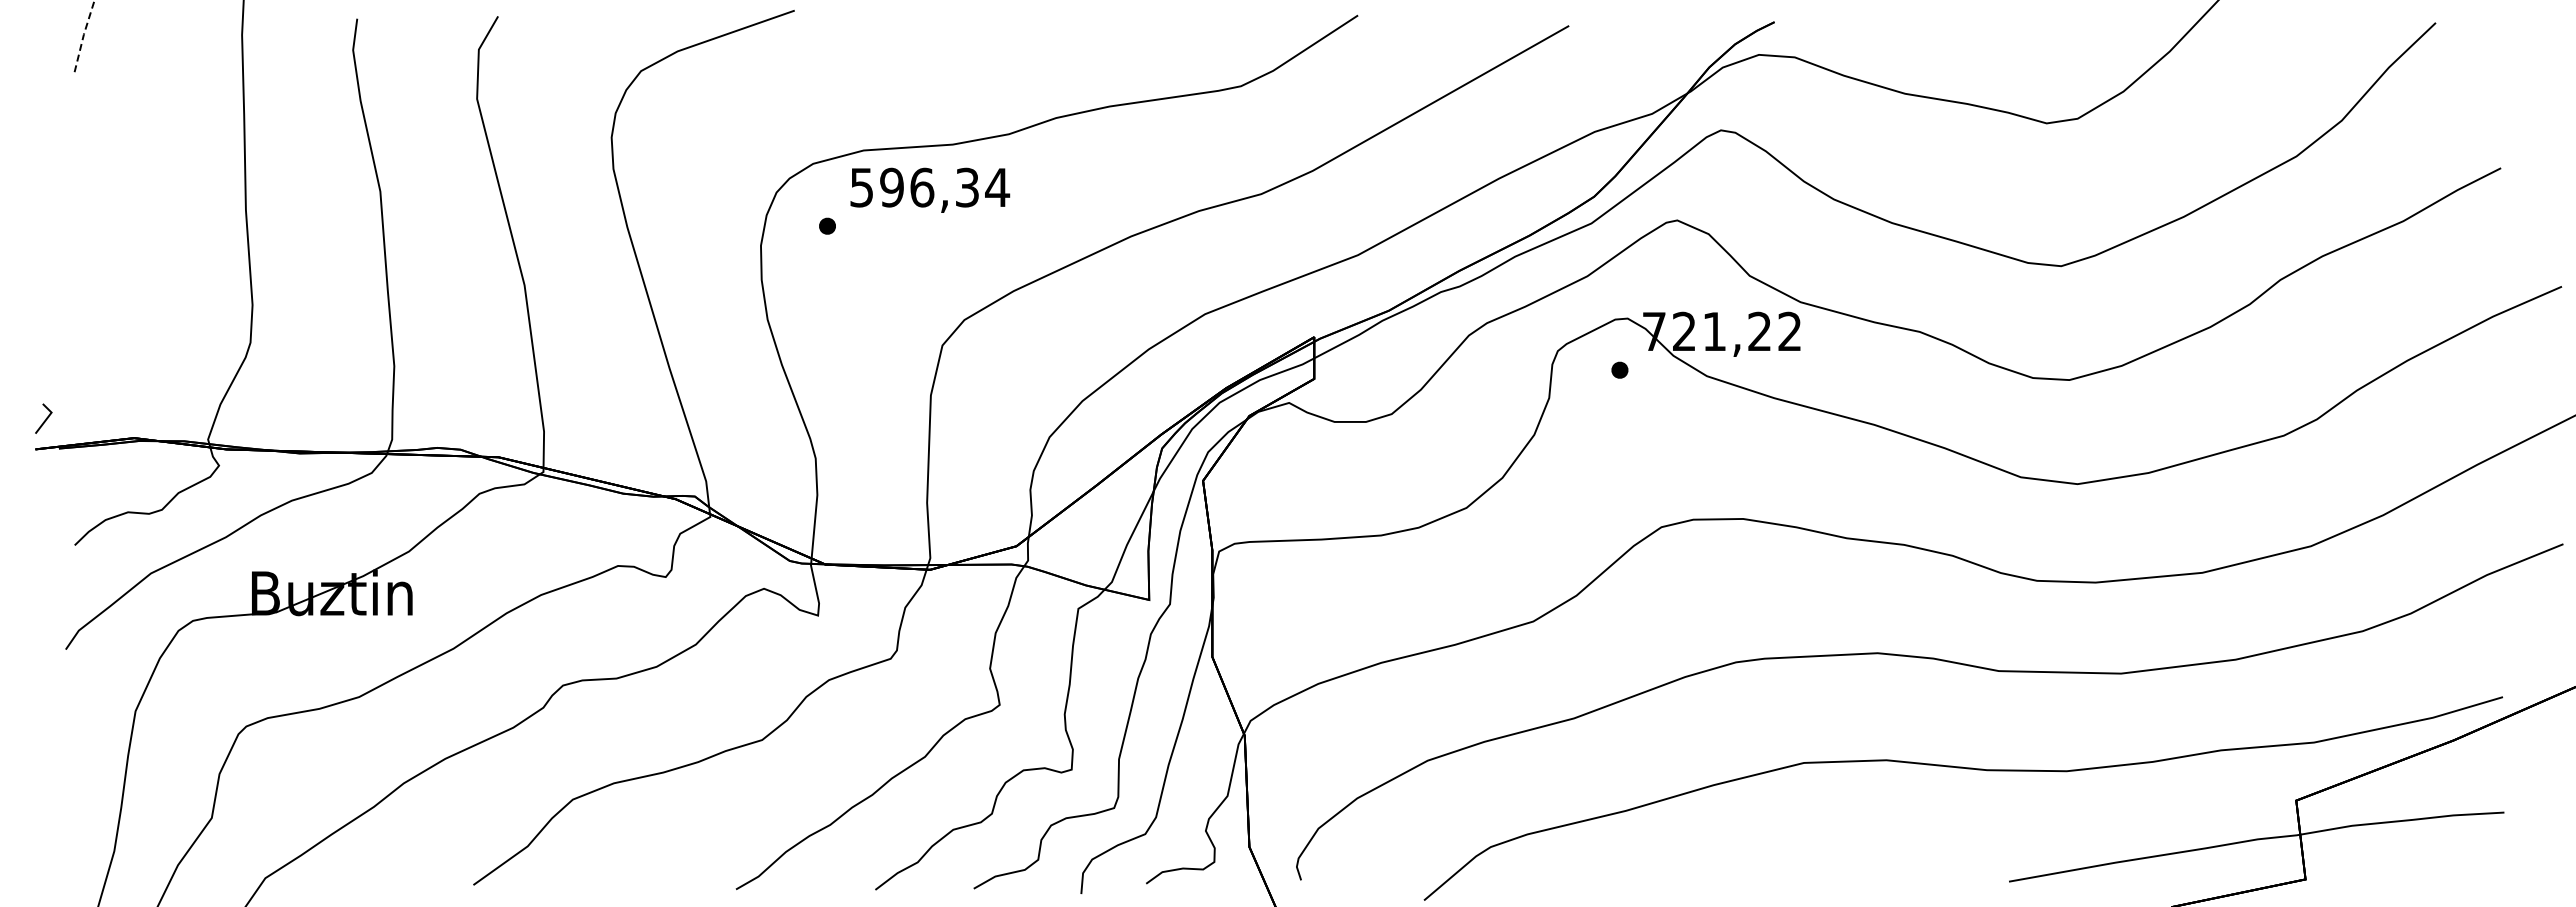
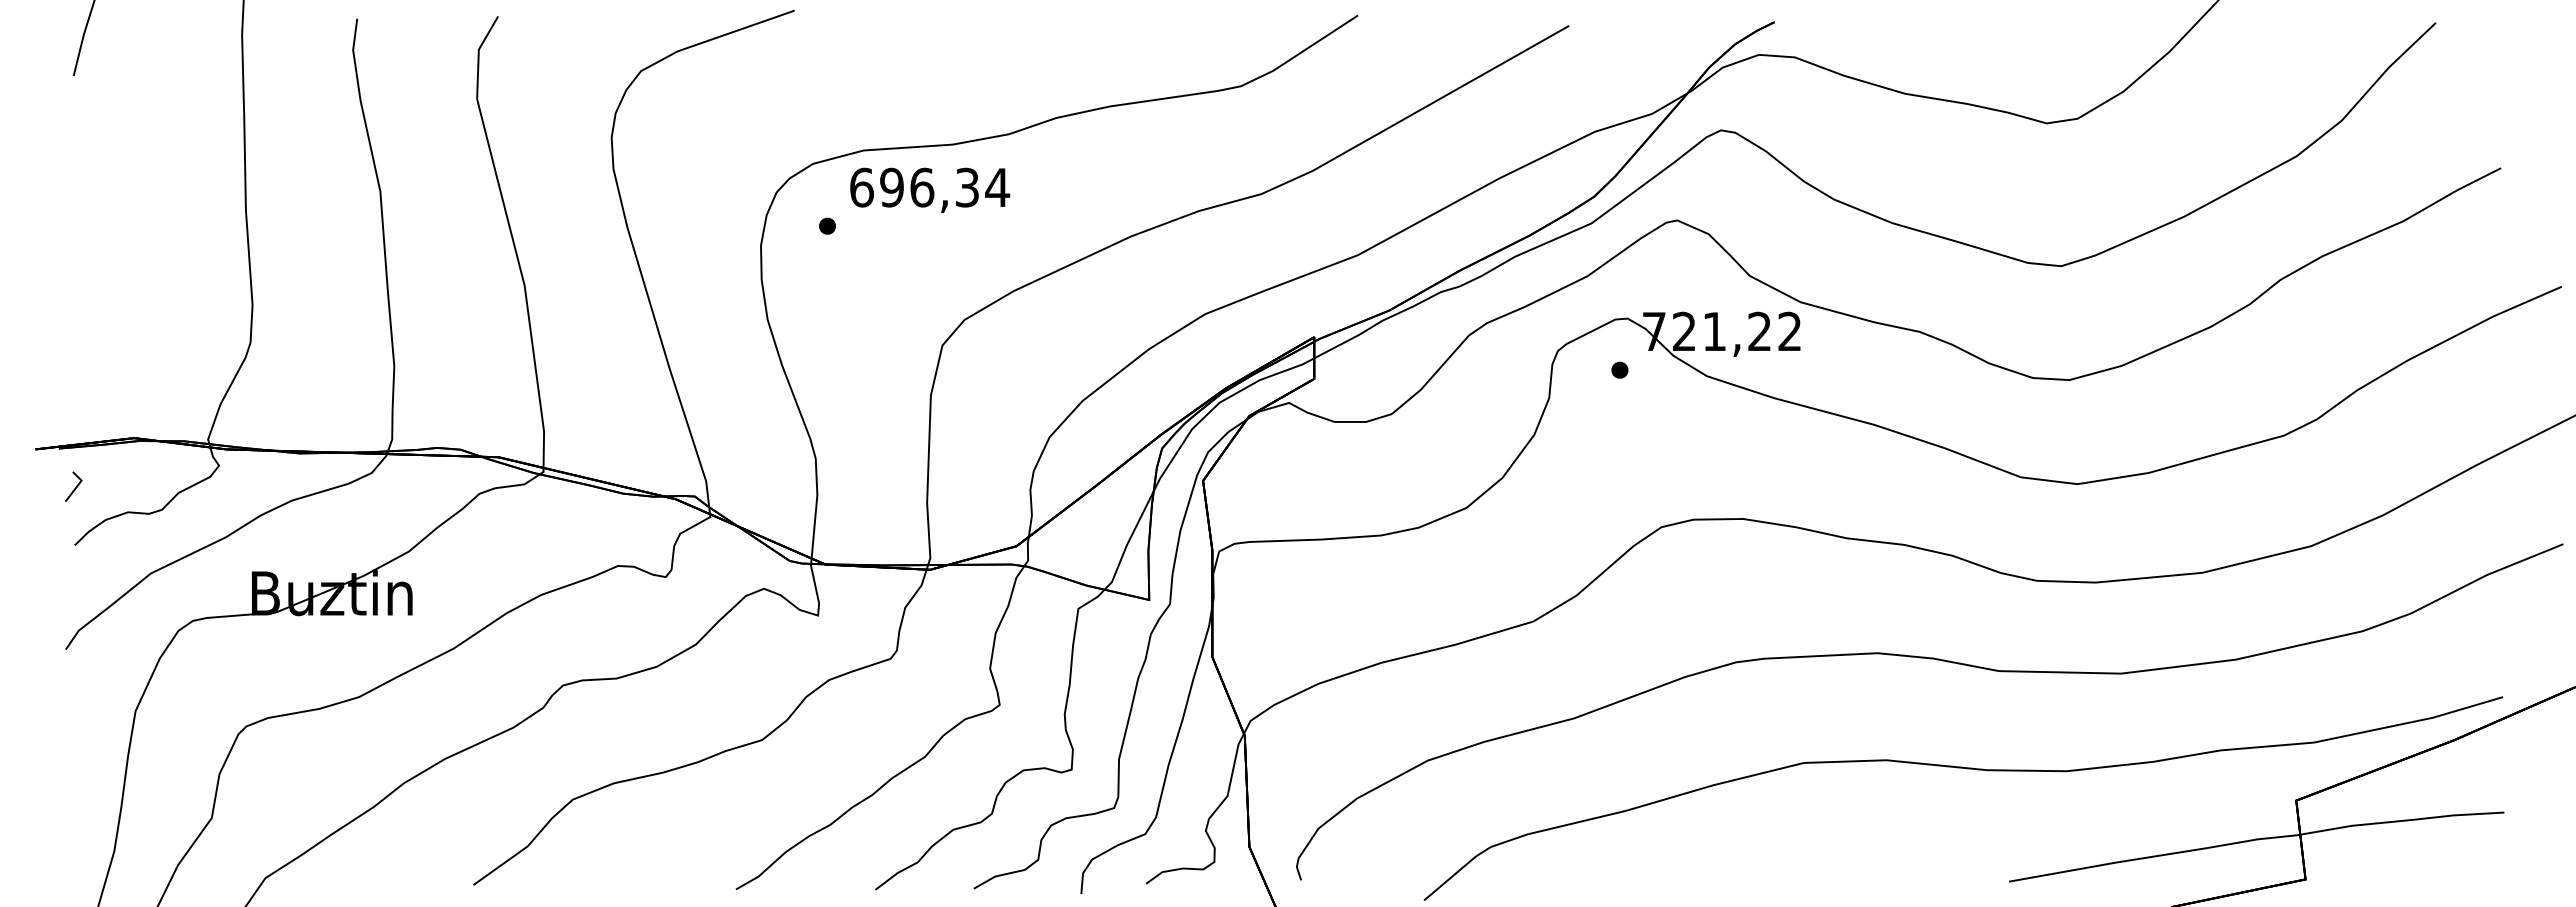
line at (83, 37): dashed -> solid
text at (861, 187): 596,34 -> 696,34
line at (45, 418) position: (45, 418) -> (75, 486)
